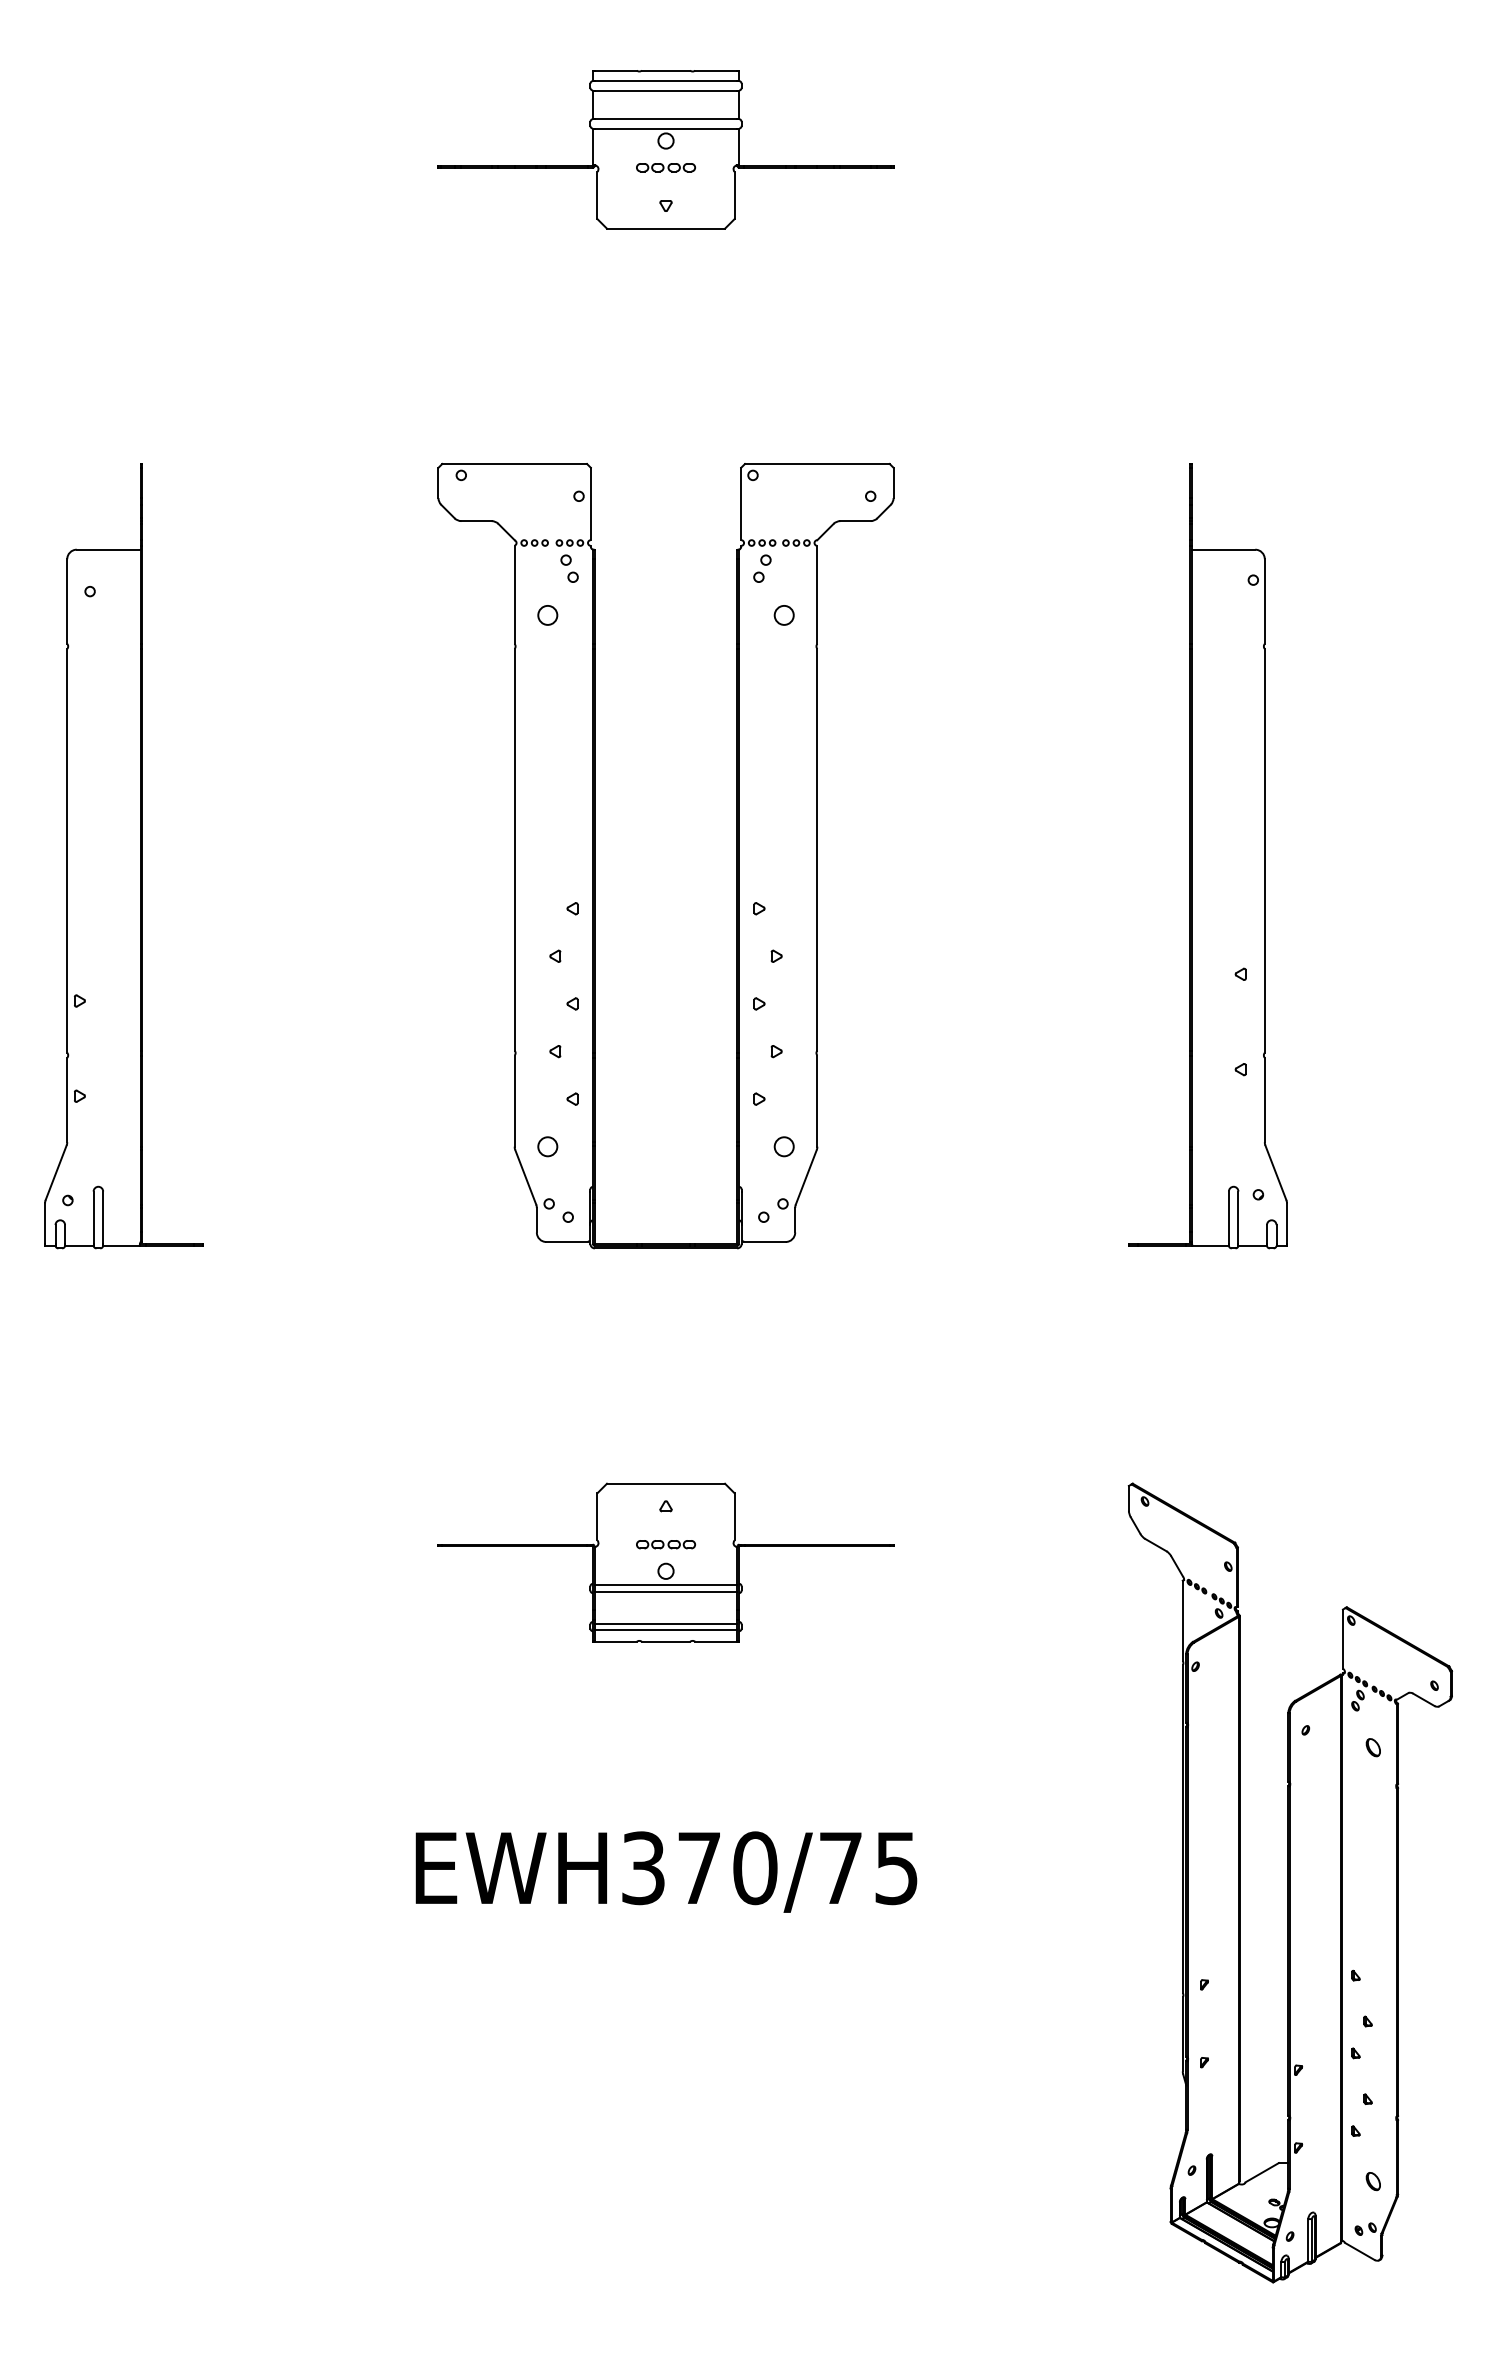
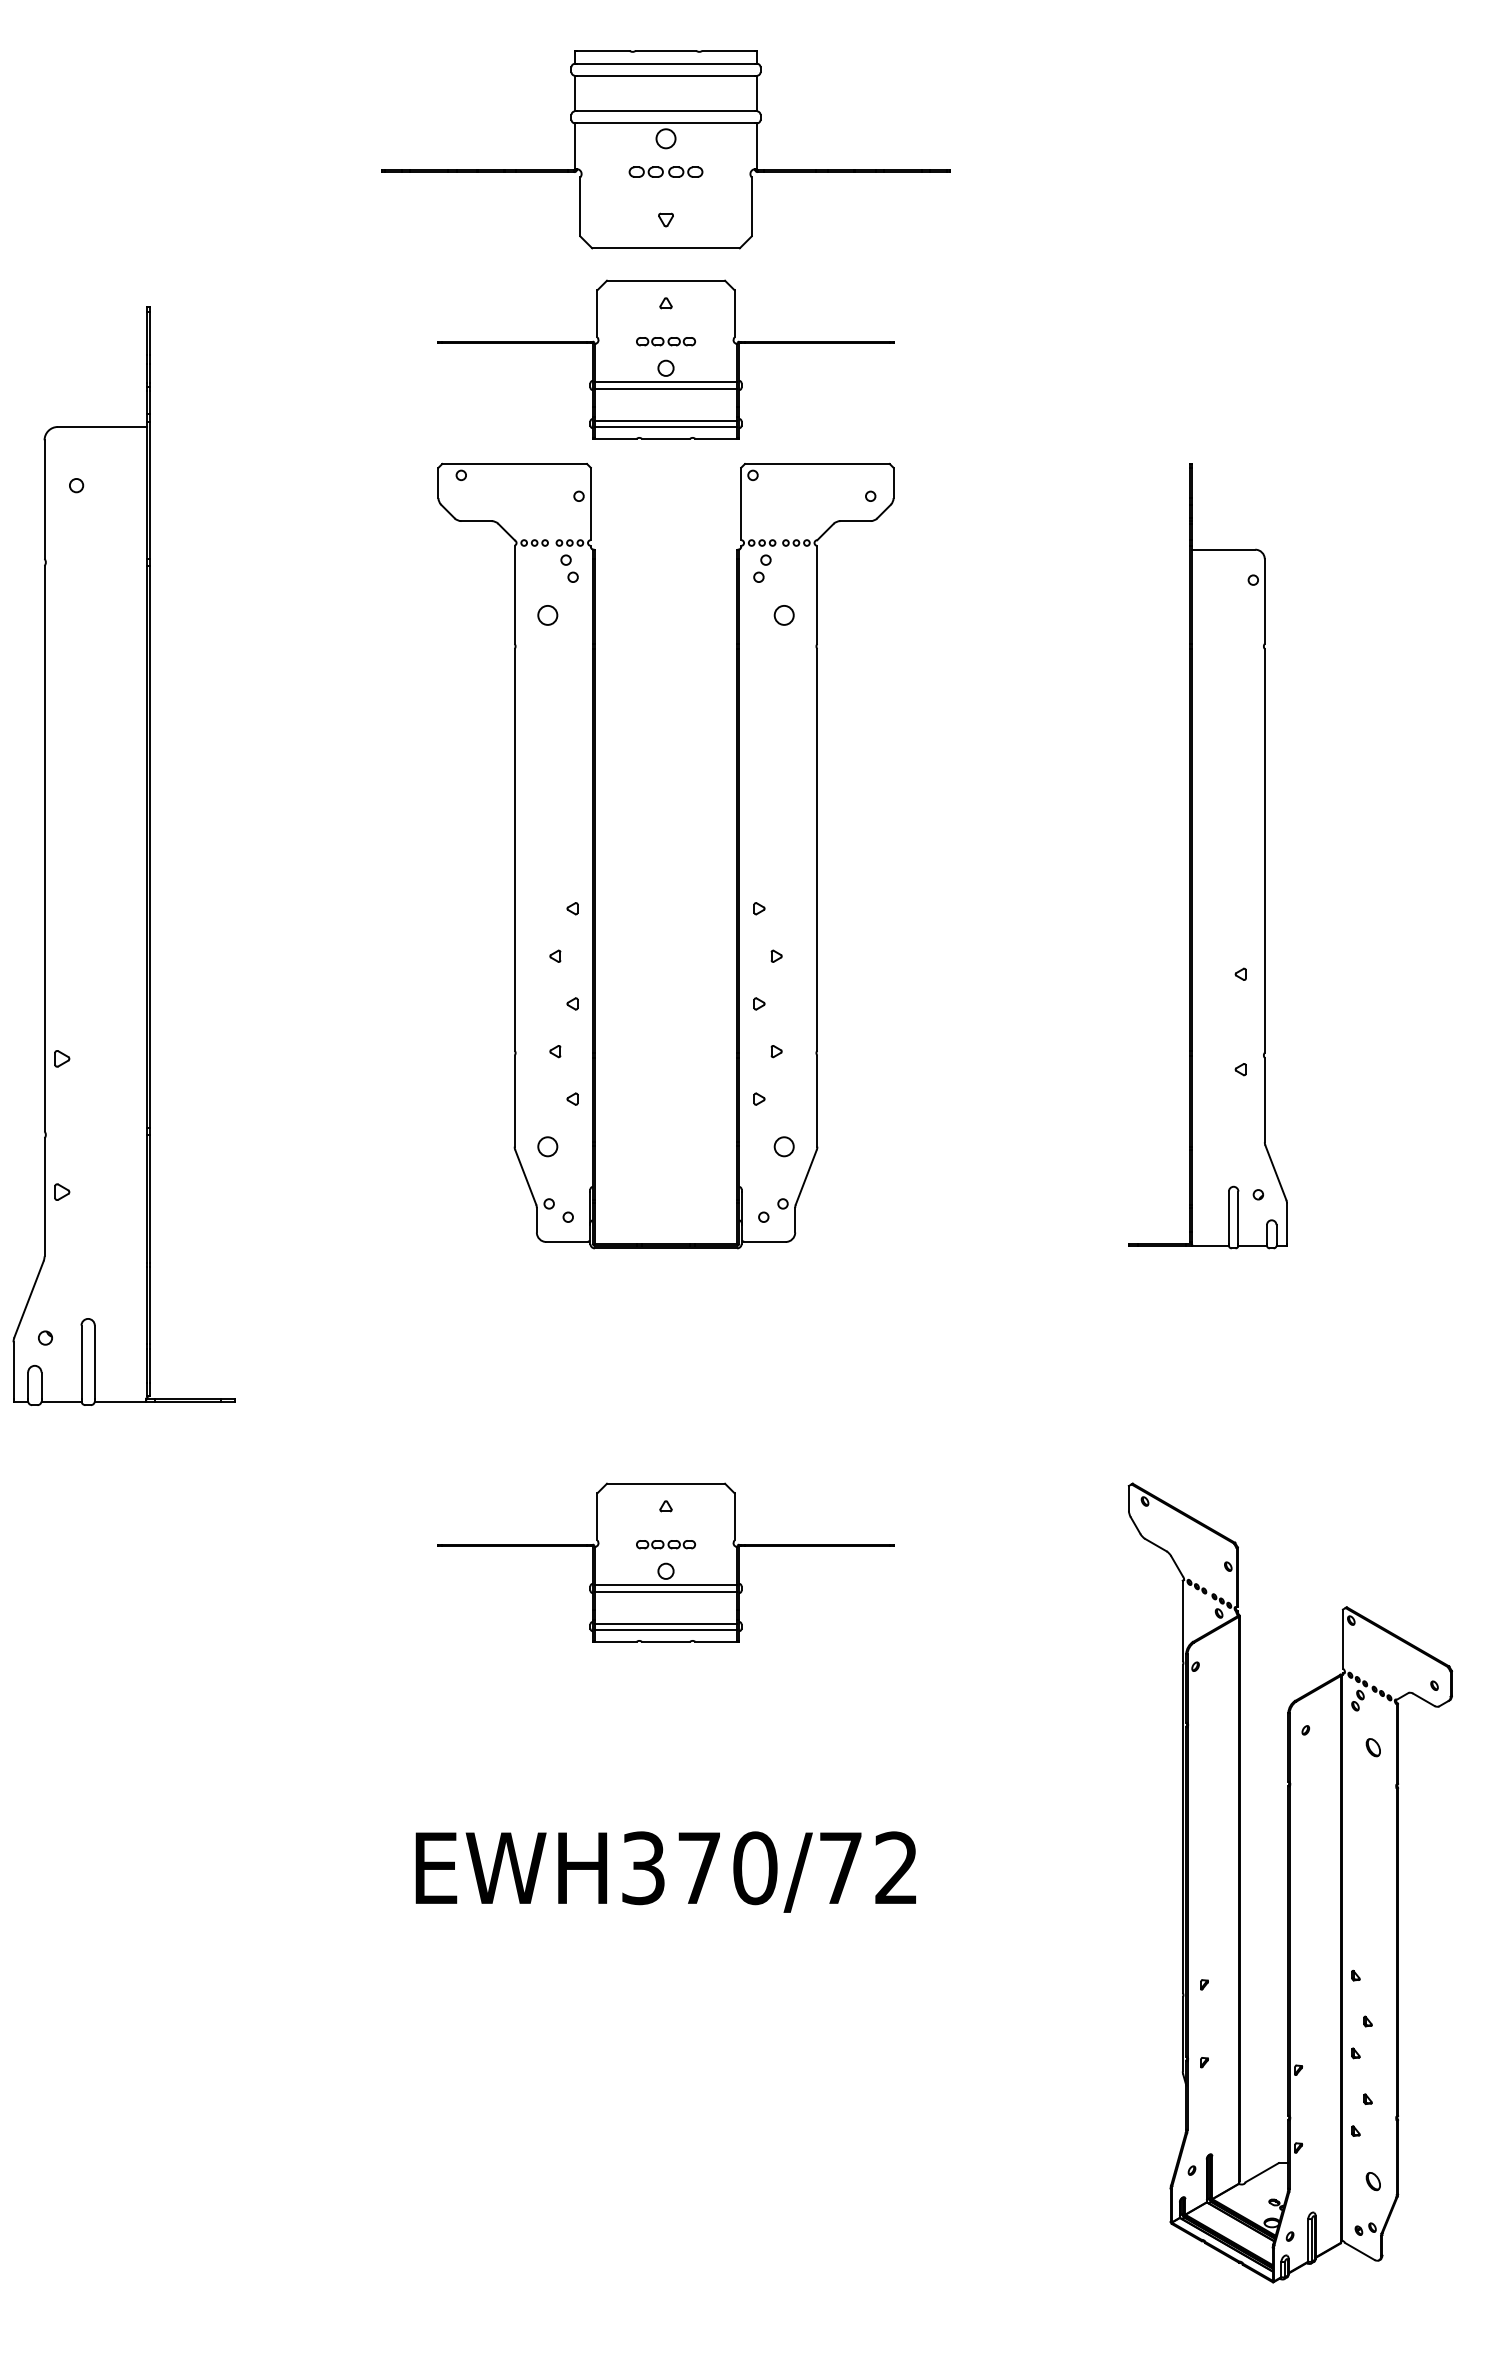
part at (665, 149) size: 458x160 px -> 570x200 px
part at (665, 359): none -> present
part at (123, 856) size: 160x787 px -> 224x1100 px
text at (896, 1868): EWH370/75 -> EWH370/72
